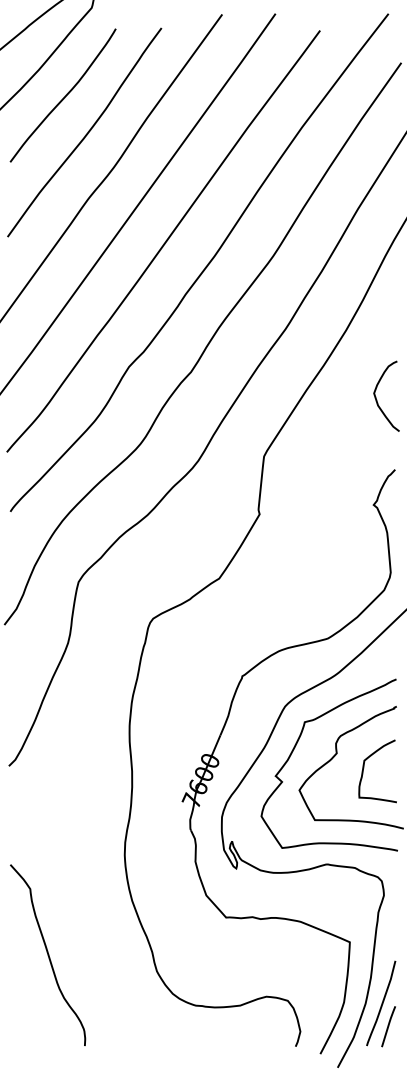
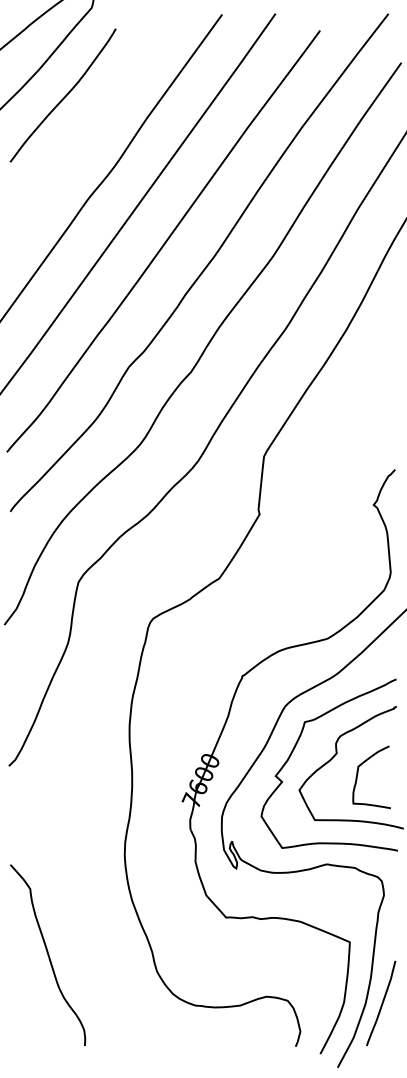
curve at (86, 133): present -> none
curve at (377, 399): present -> none
curve at (364, 768) position: (364, 768) -> (358, 774)
line at (388, 1026): present -> none
